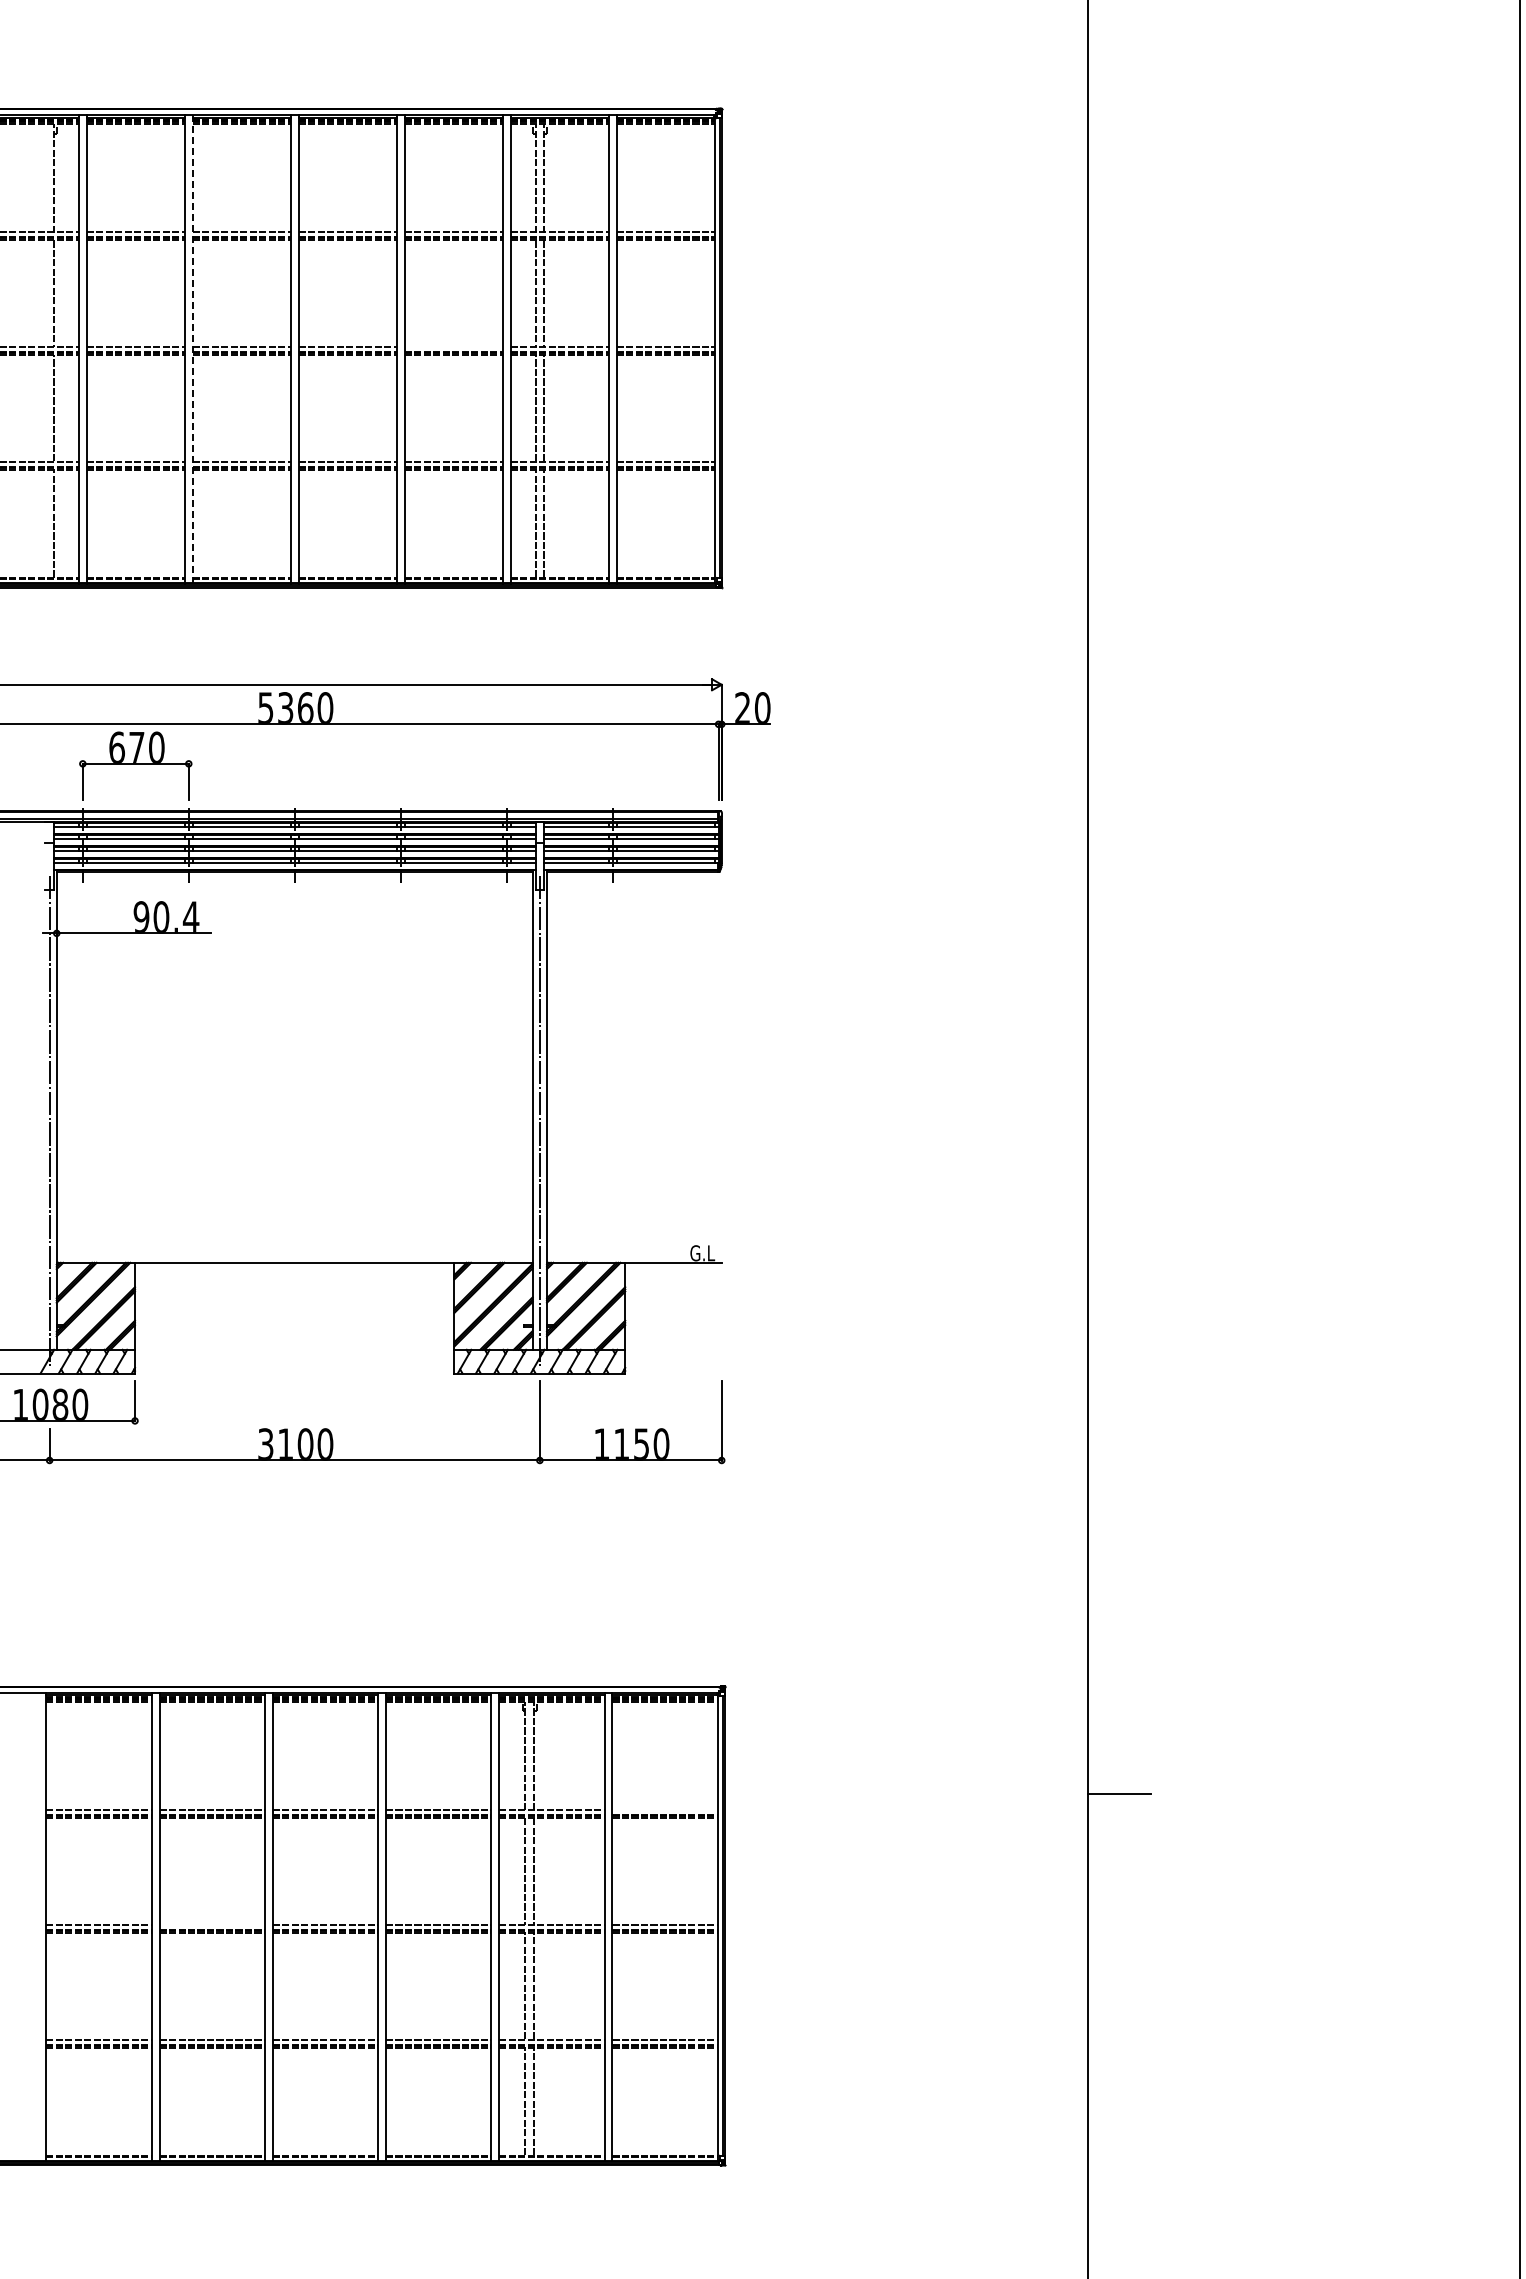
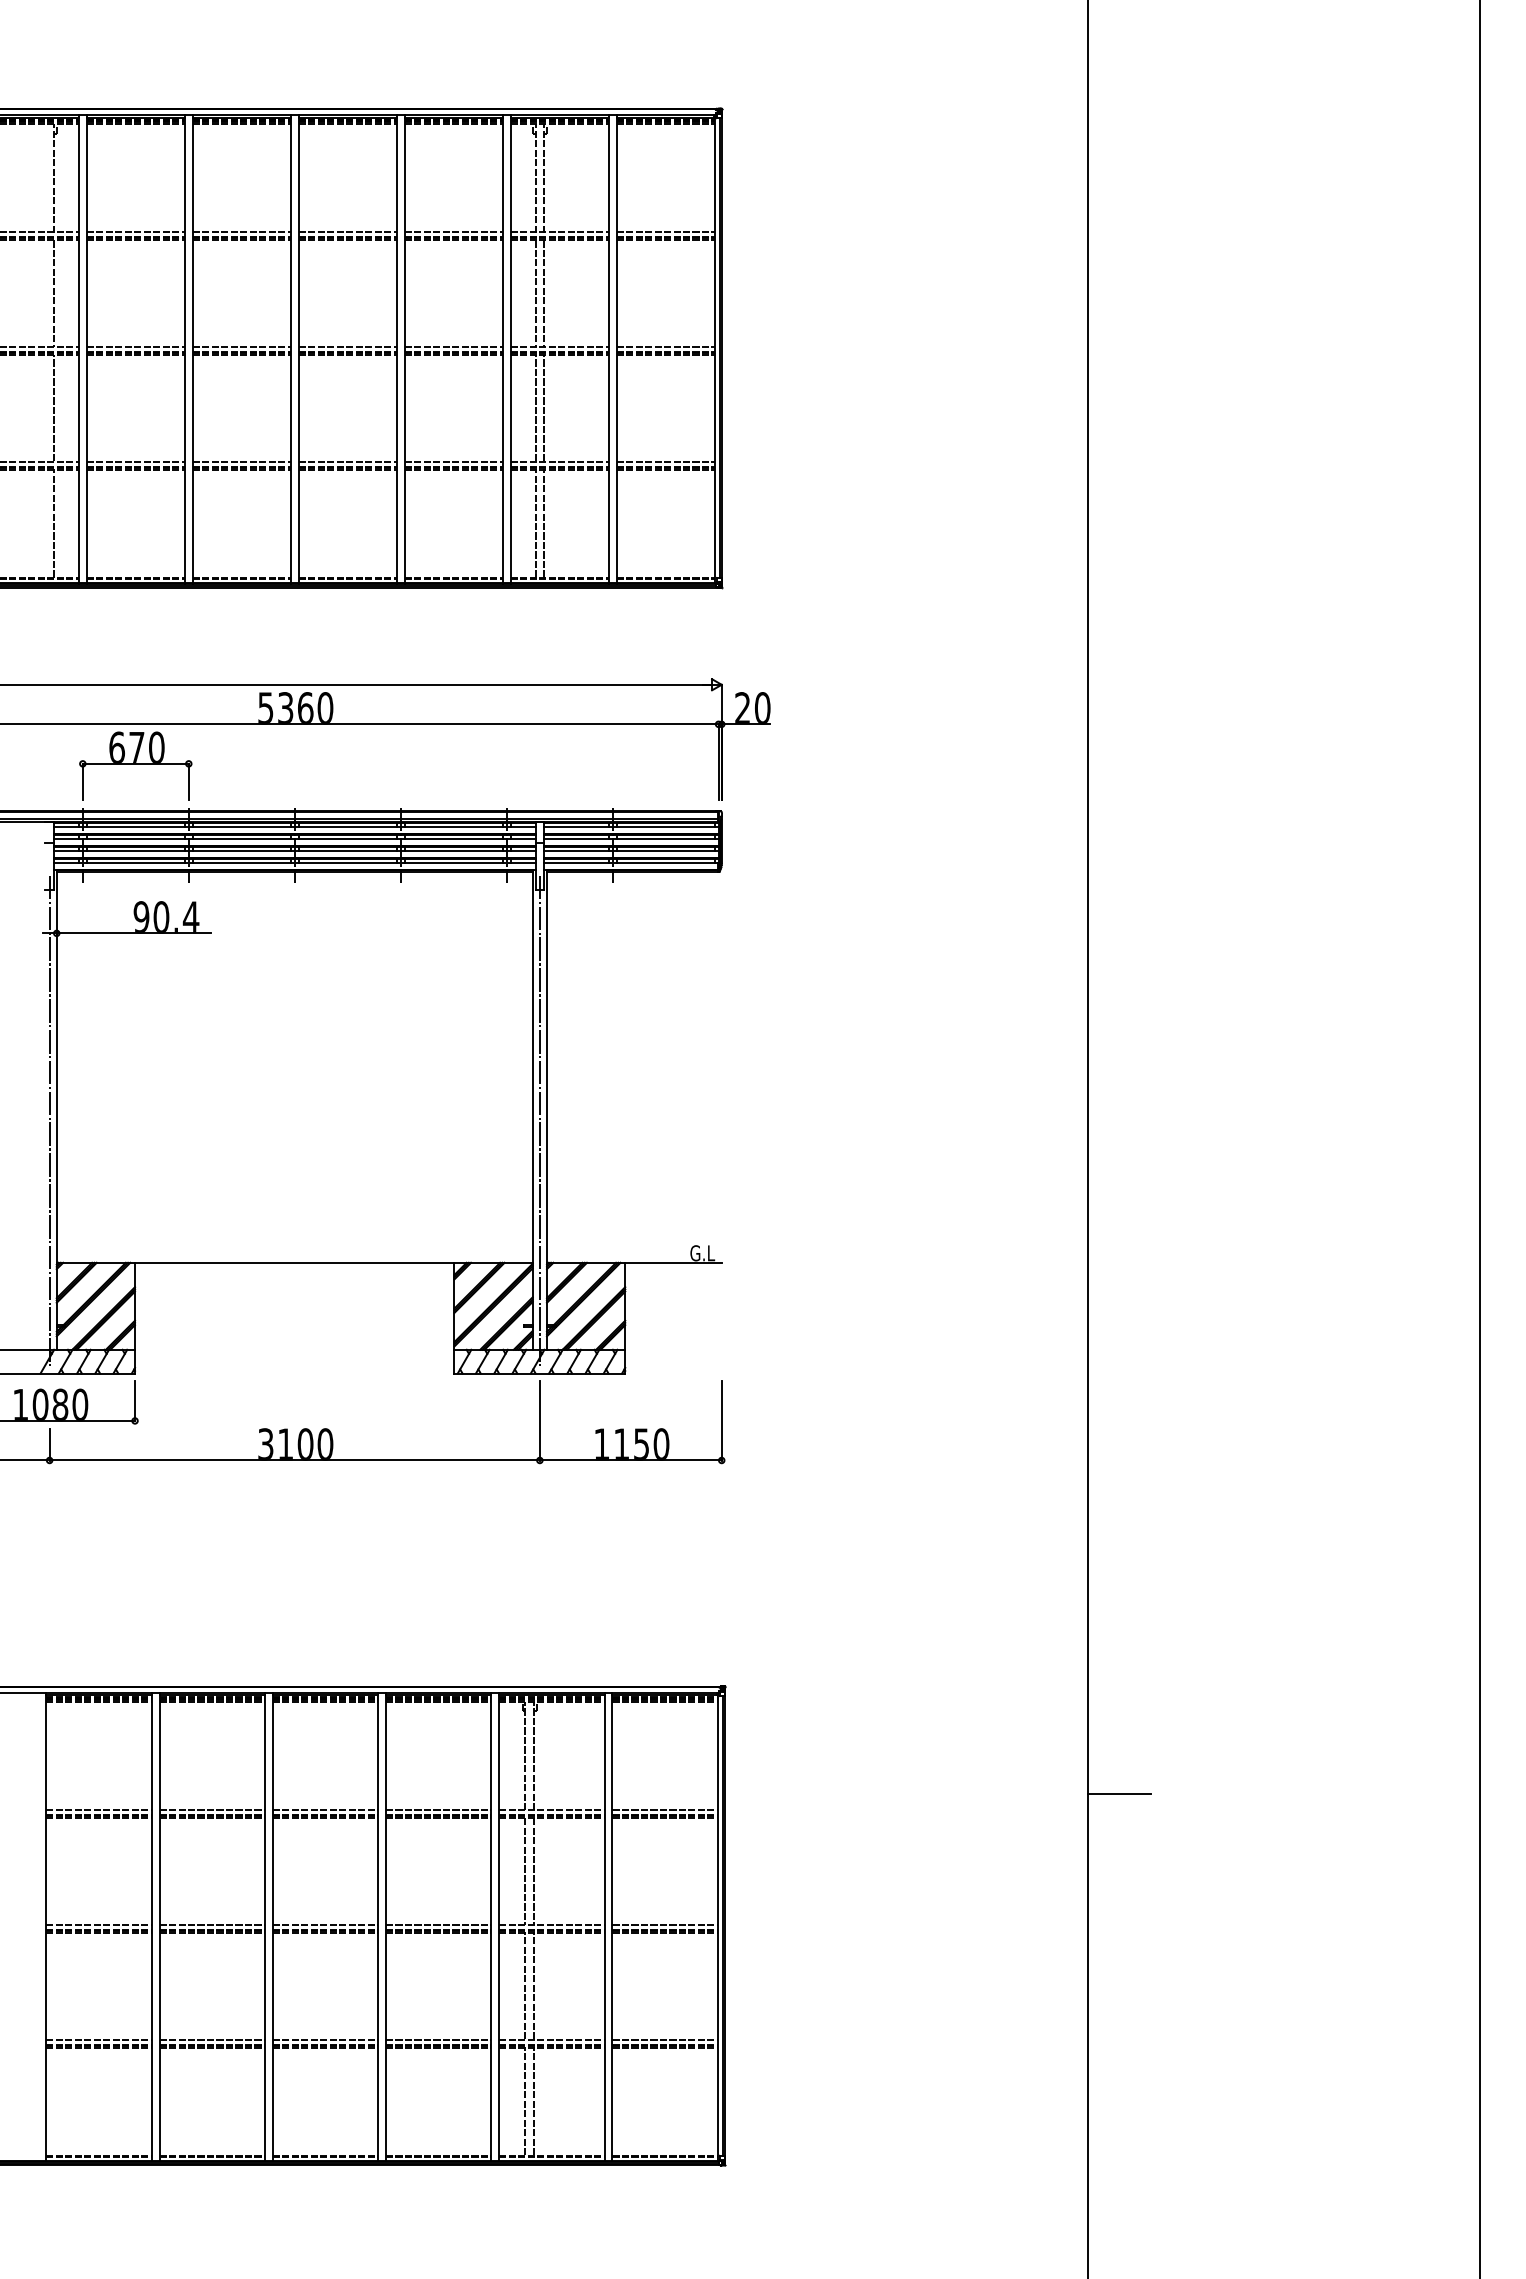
line at (453, 347): none -> present
line at (192, 349): dashed -> solid
line at (1520, 1138) position: (1520, 1138) -> (1480, 1138)
line at (664, 1810): none -> present
line at (211, 1925): none -> present
